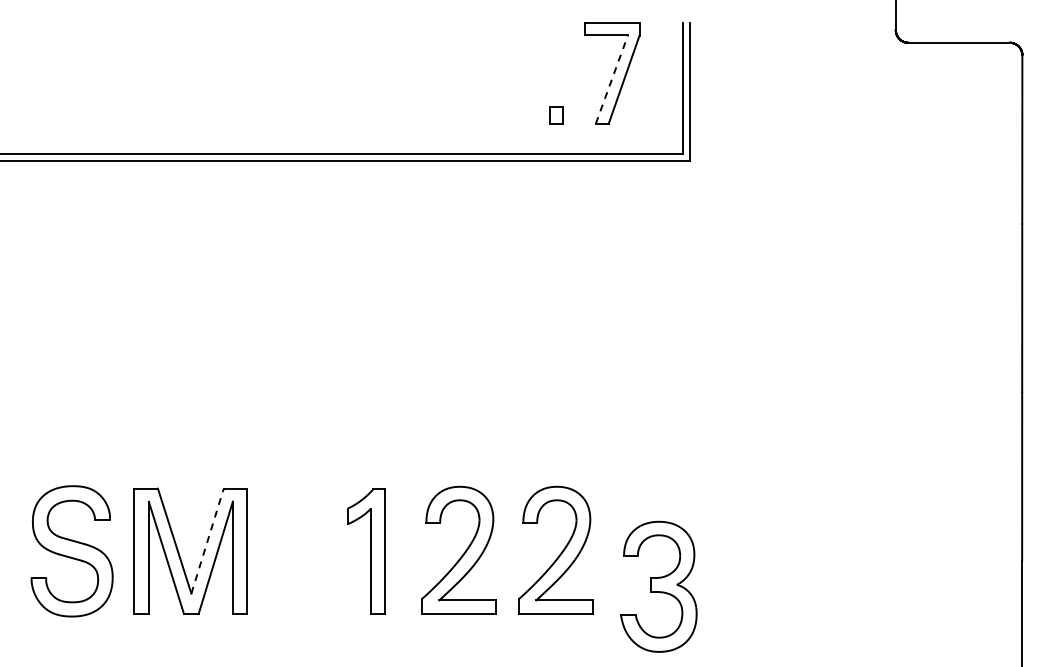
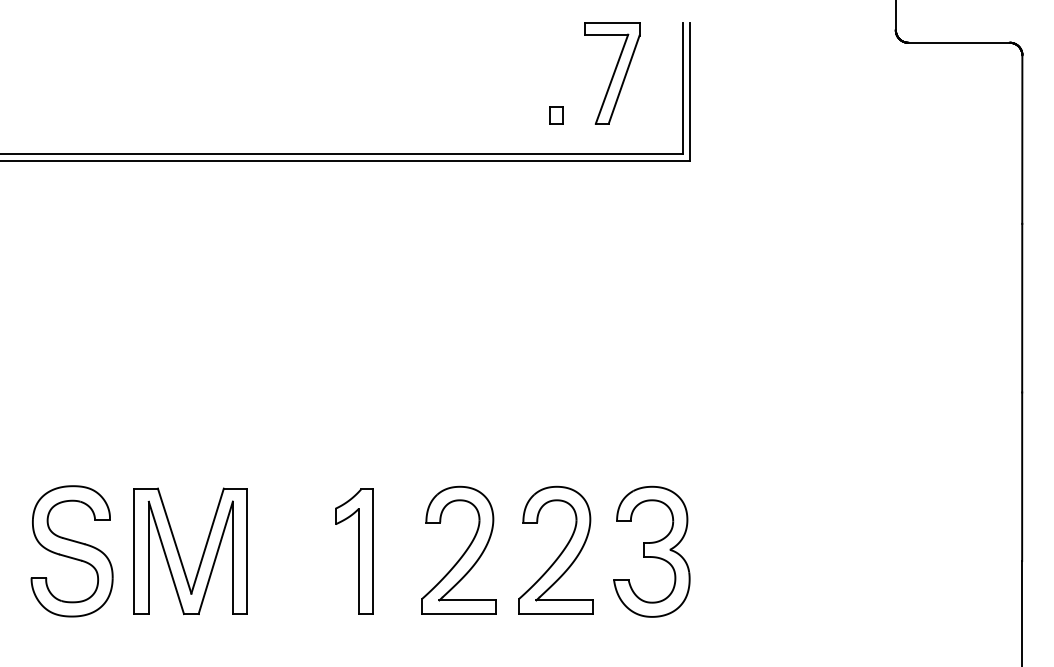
line at (612, 78): dashed -> solid
line at (207, 541): dashed -> solid
part at (366, 551) position: (366, 551) -> (354, 551)
part at (658, 586) position: (658, 586) -> (651, 551)
